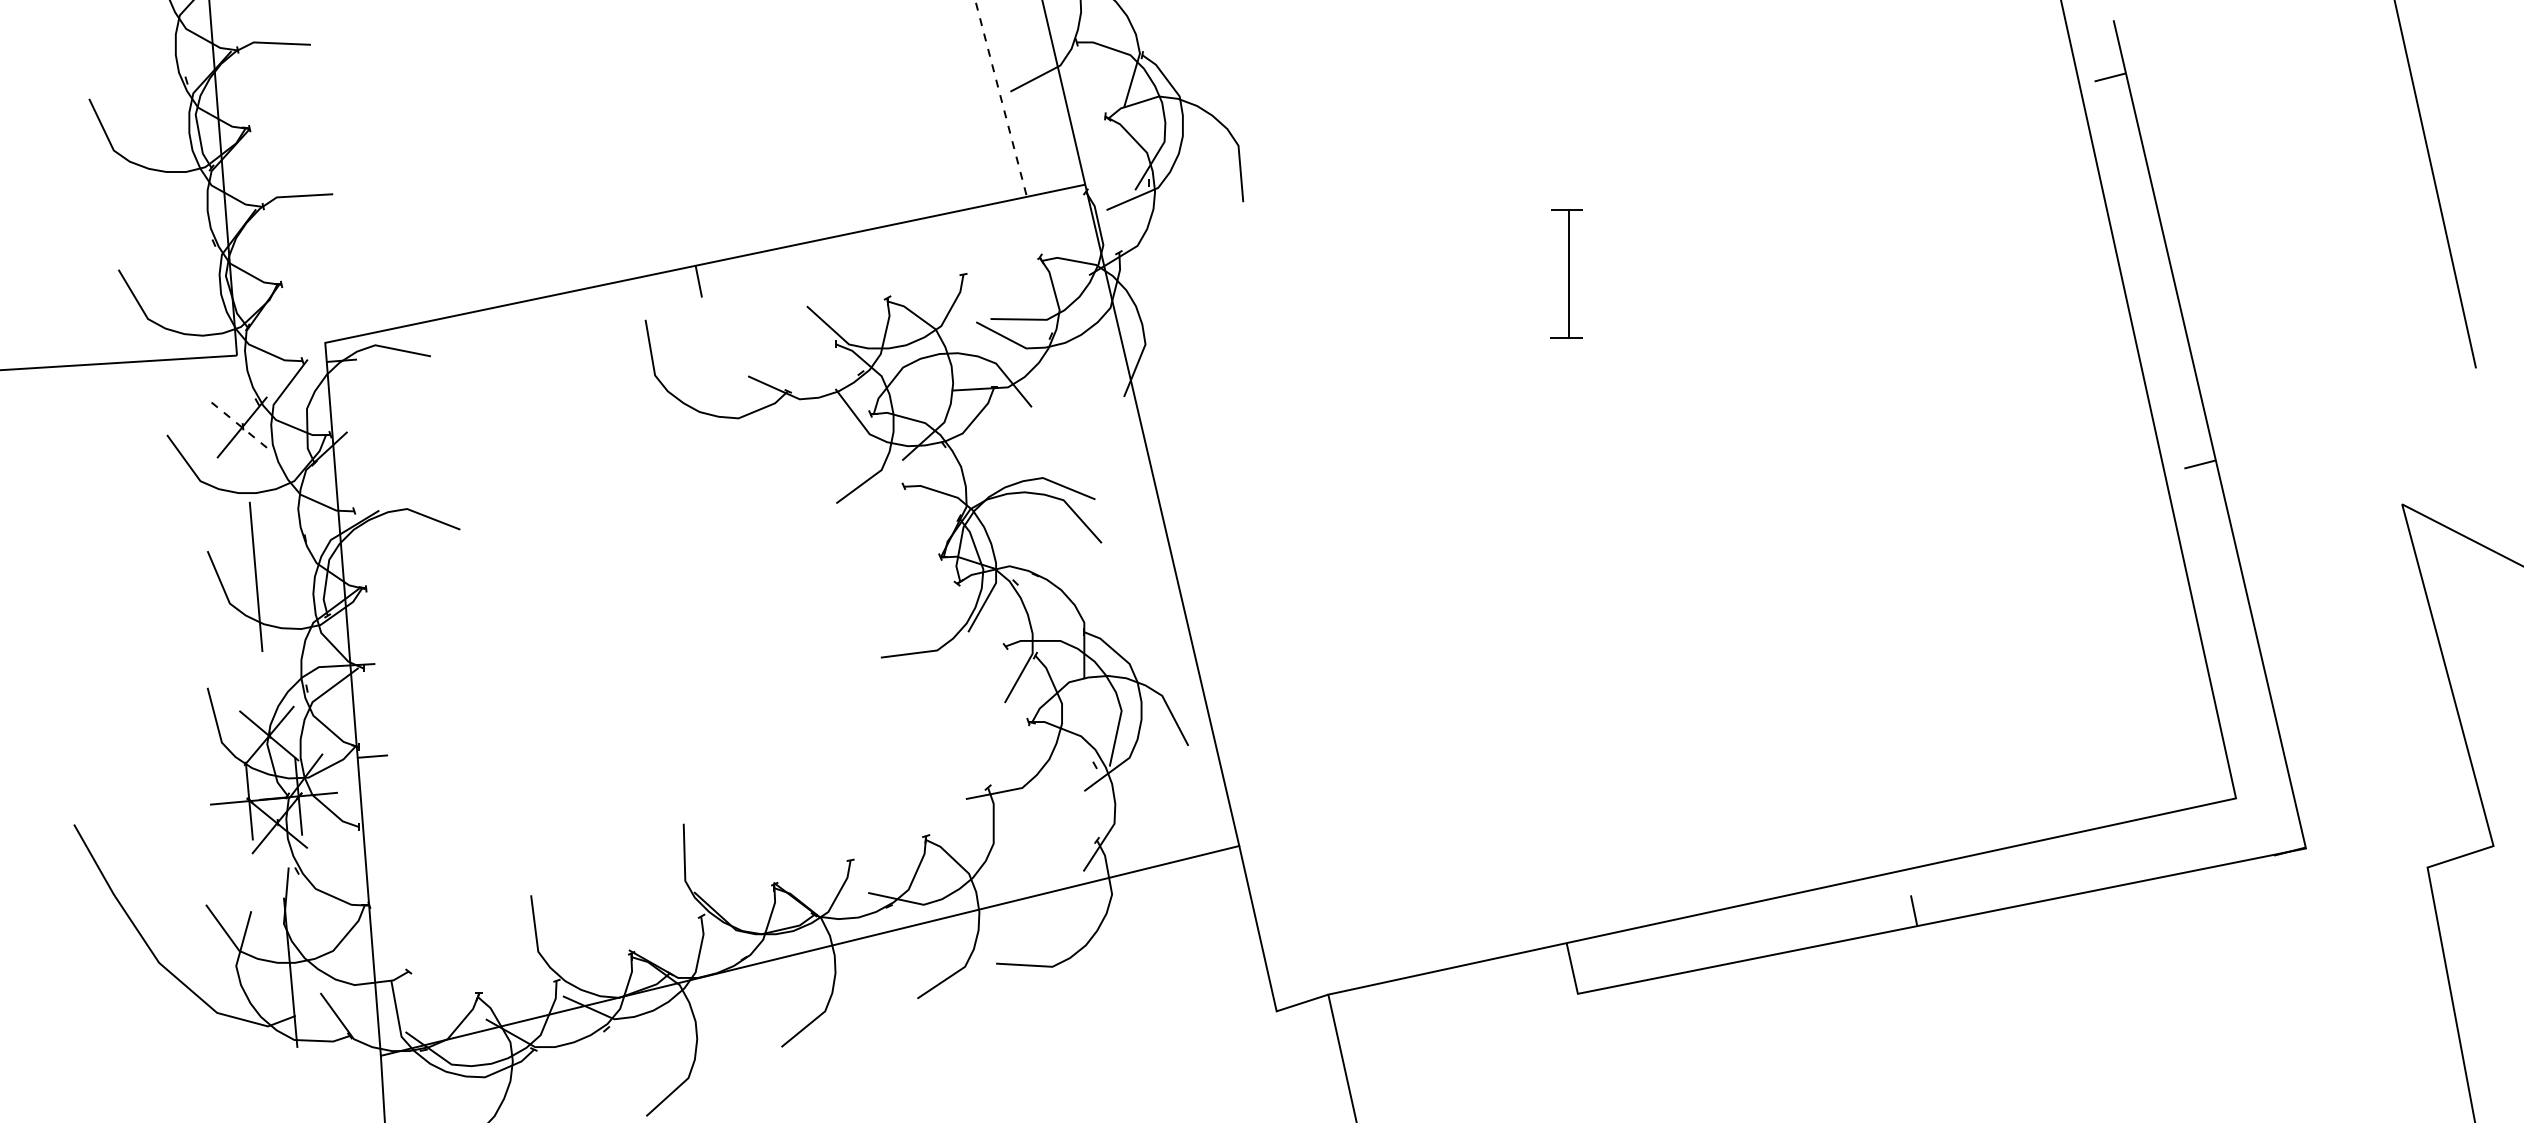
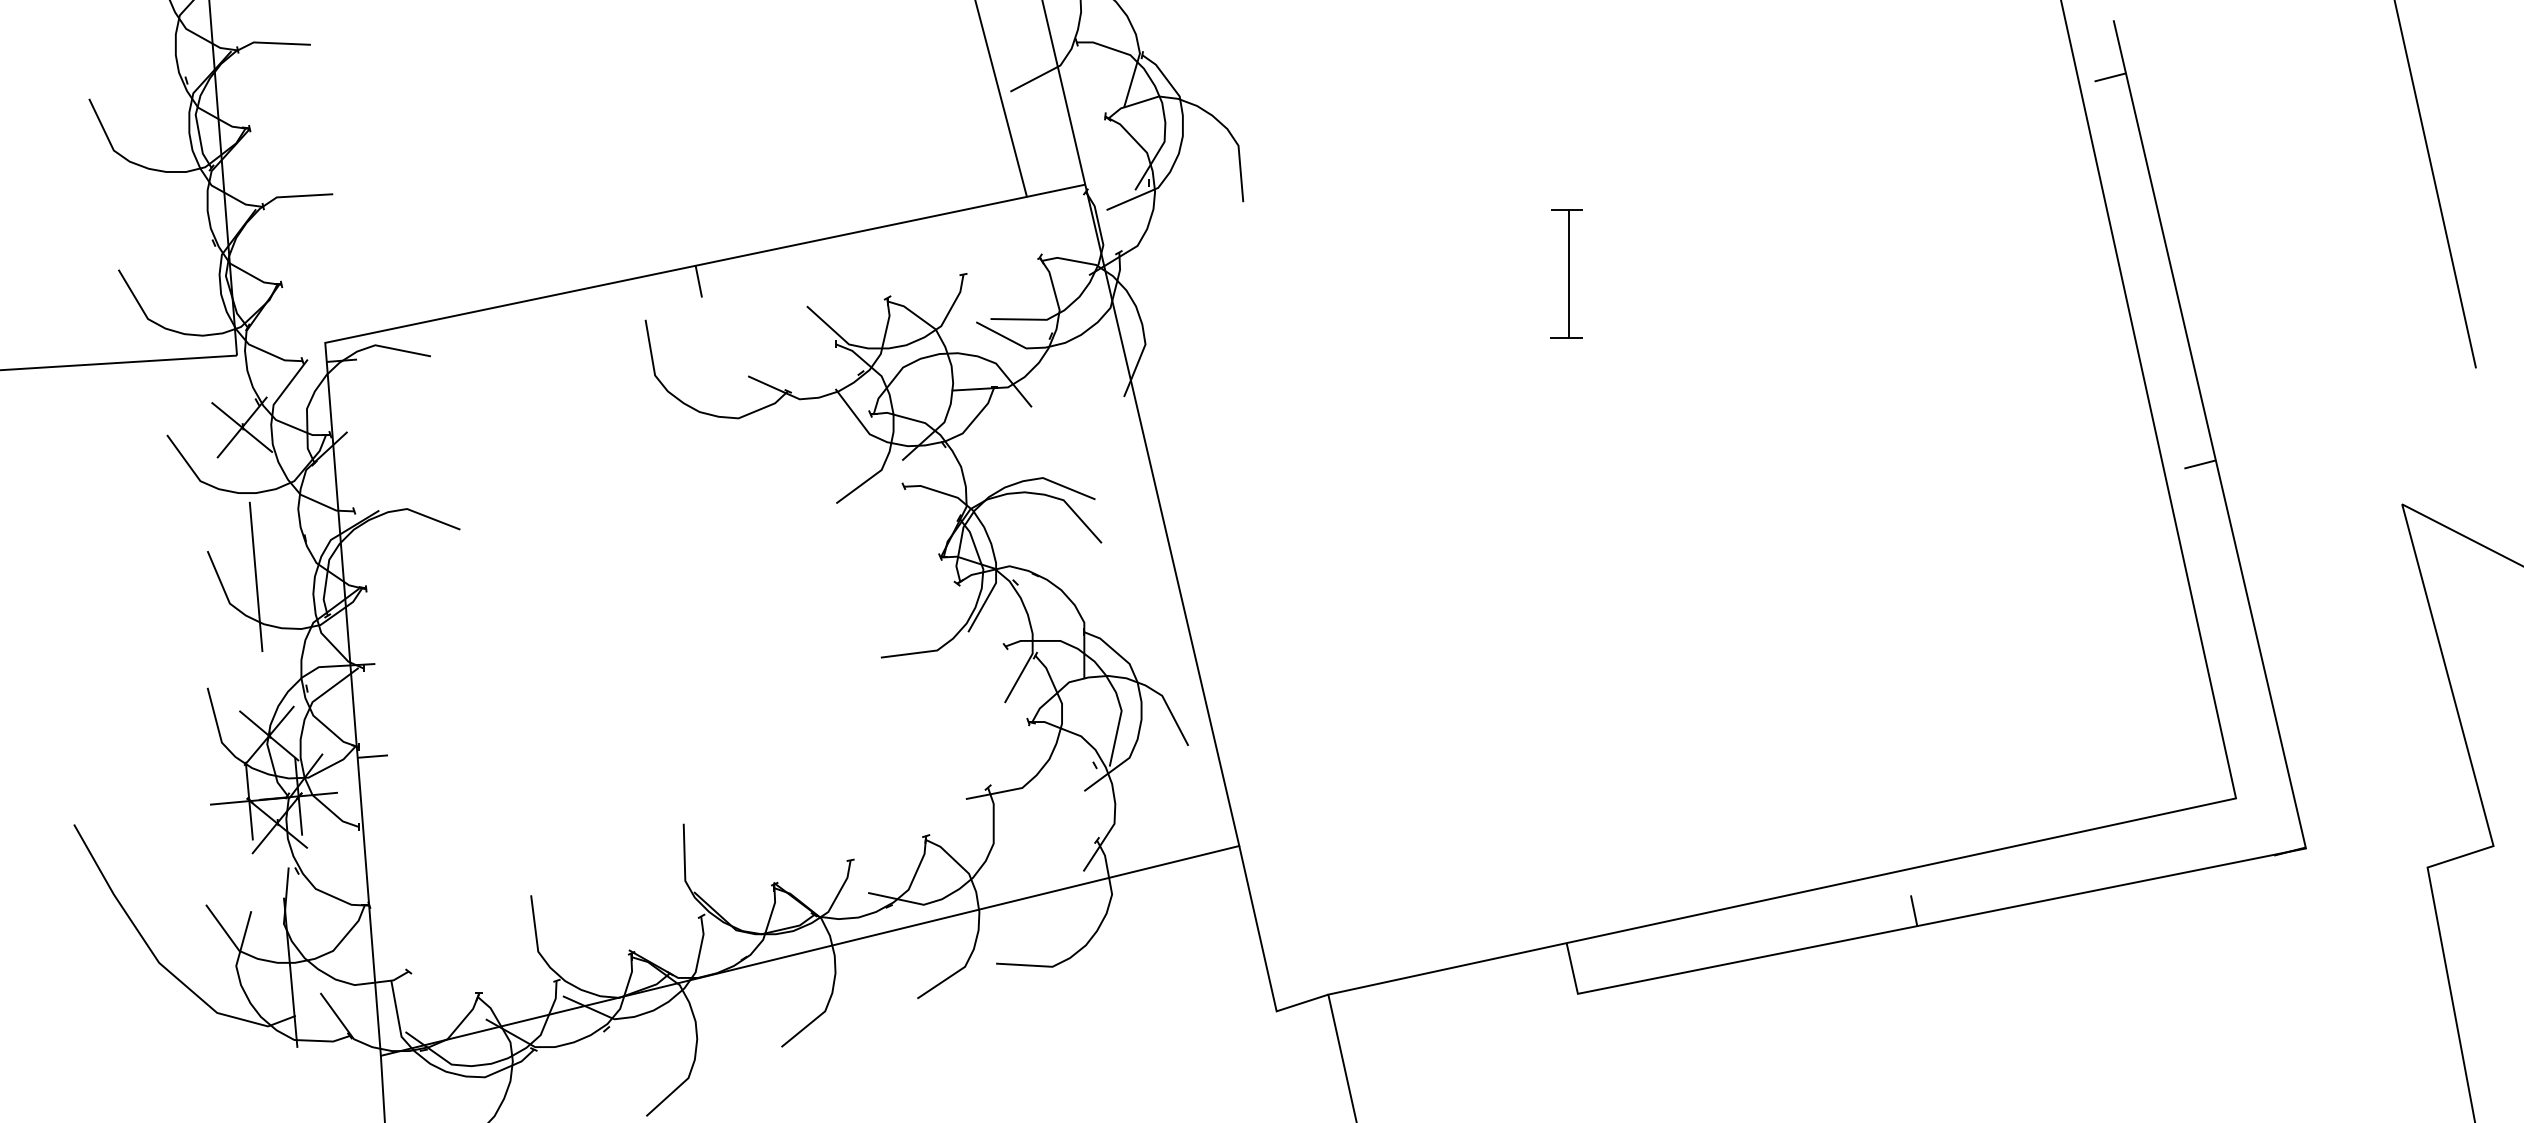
line at (1001, 99): dashed -> solid
line at (242, 427): dashed -> solid
